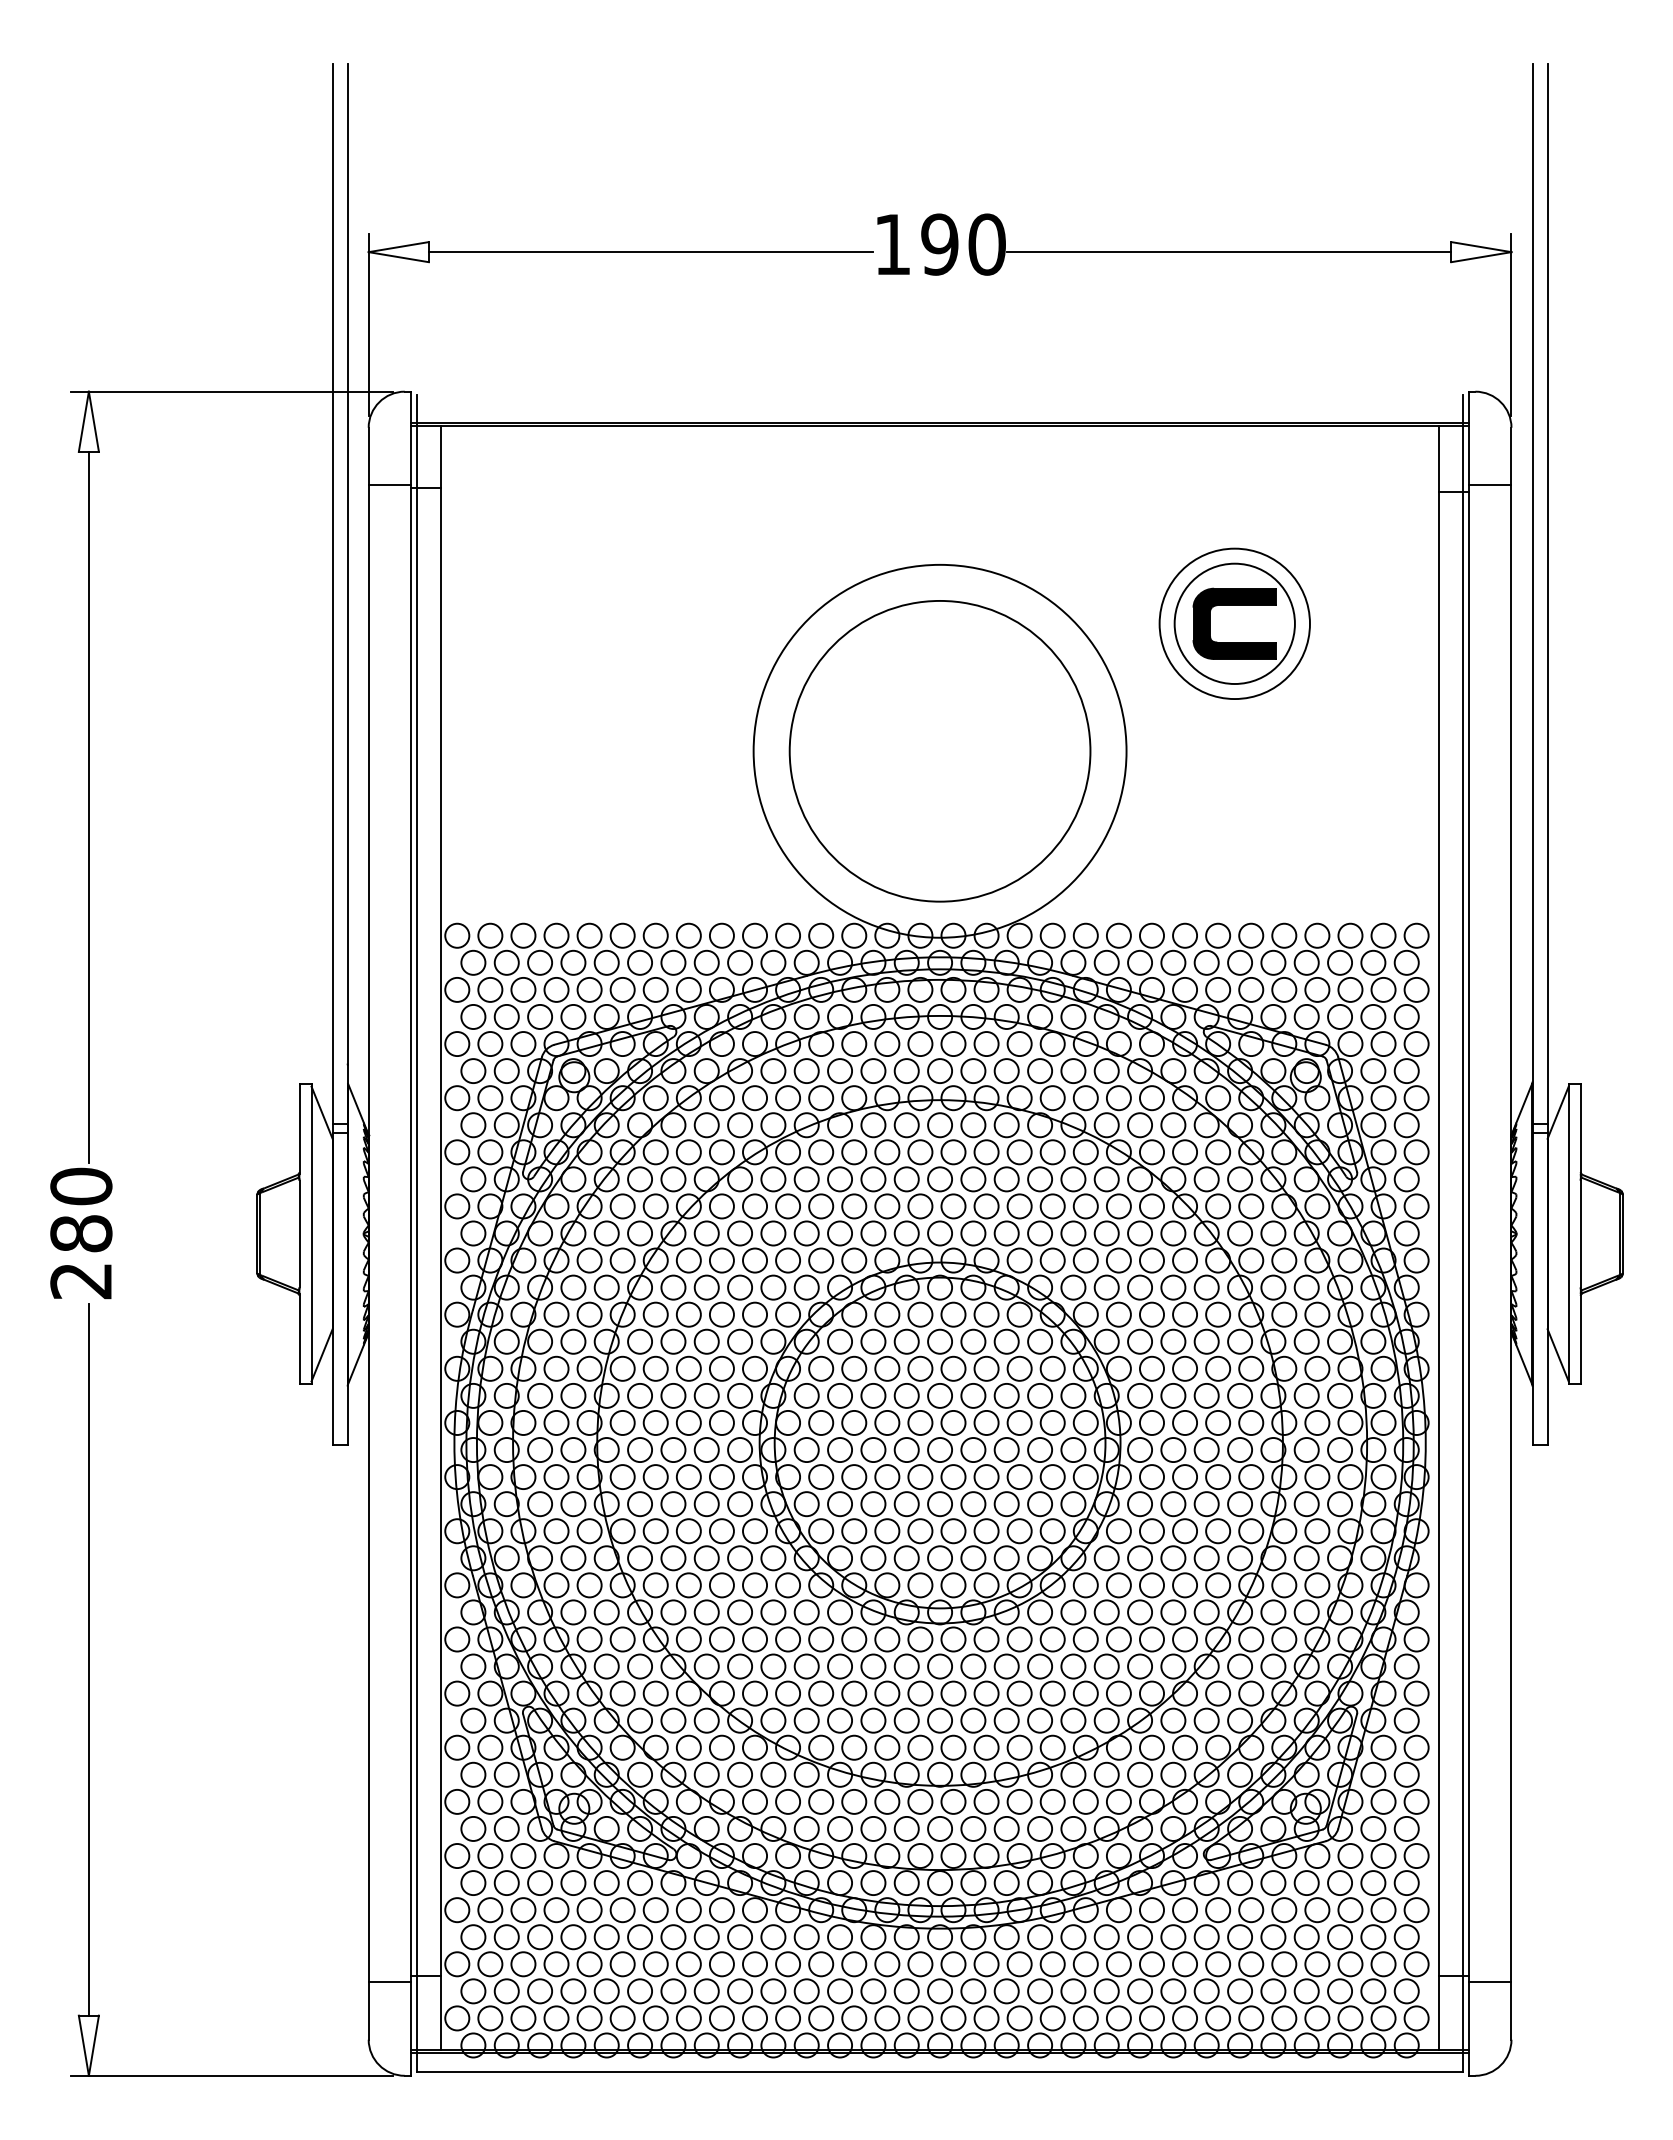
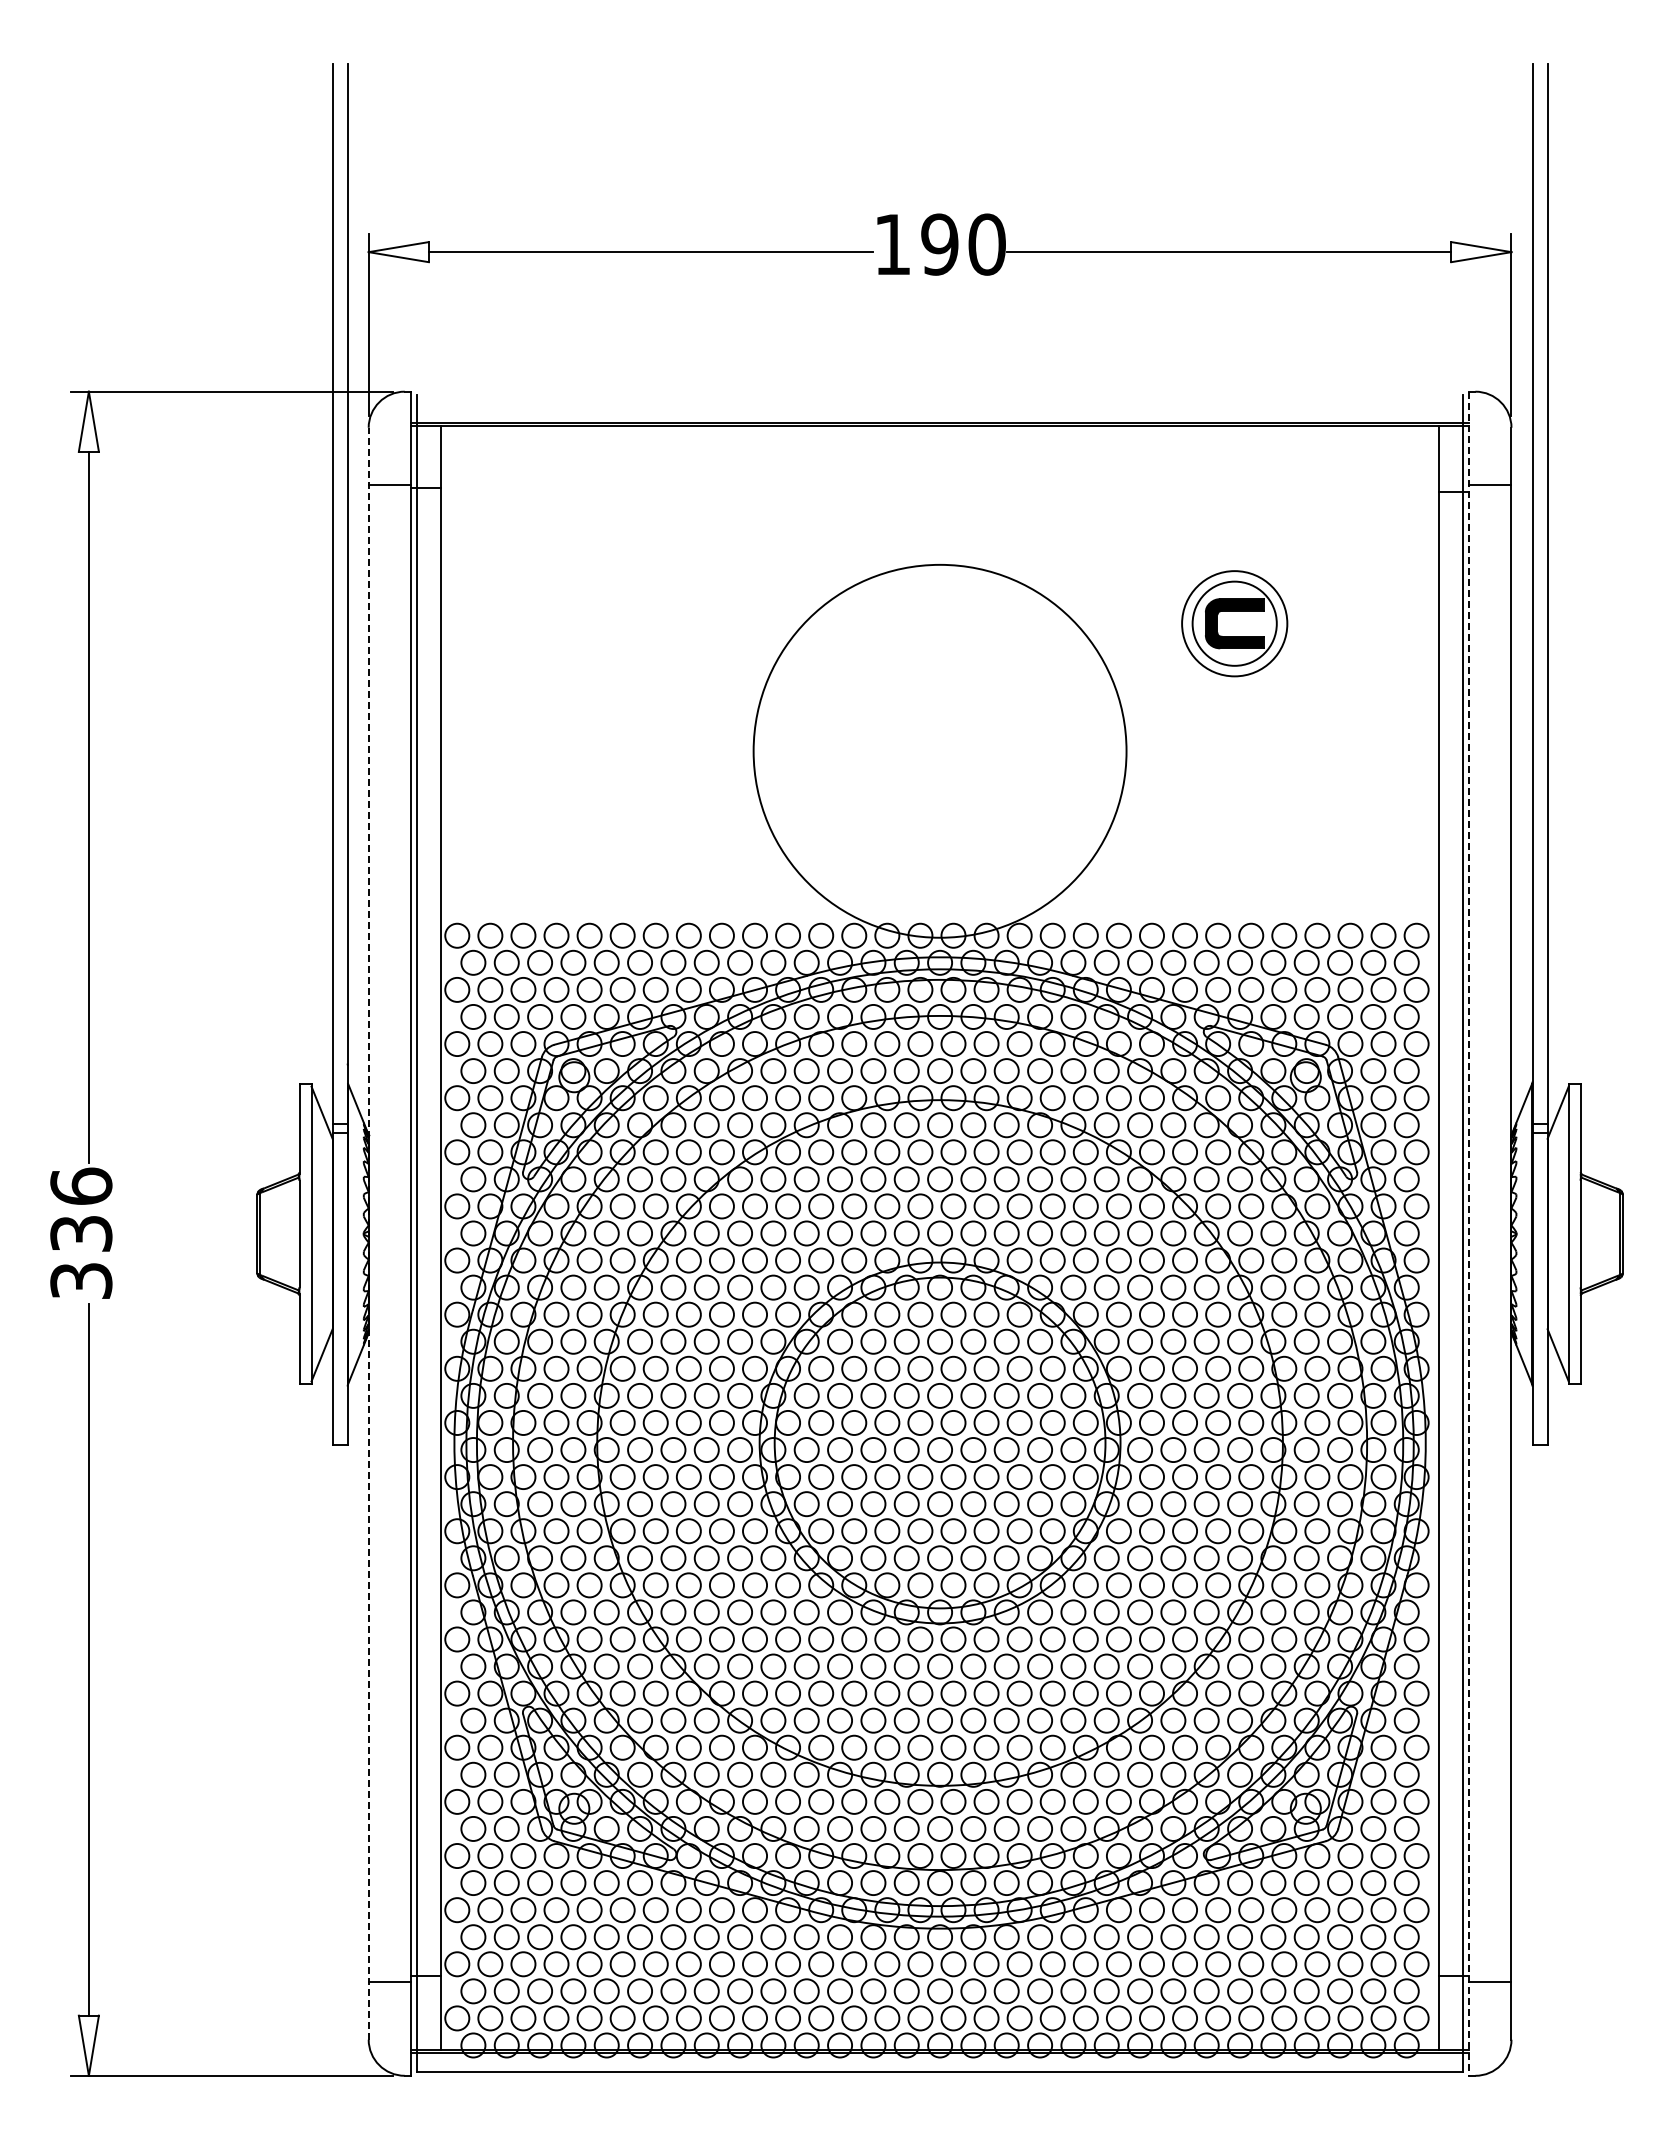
part at (1234, 623) size: 153x153 px -> 108x108 px
circle at (939, 751): present -> none
text at (81, 1233): 280 -> 336
line at (368, 1233): solid -> dashed
line at (1469, 1234): solid -> dashed
